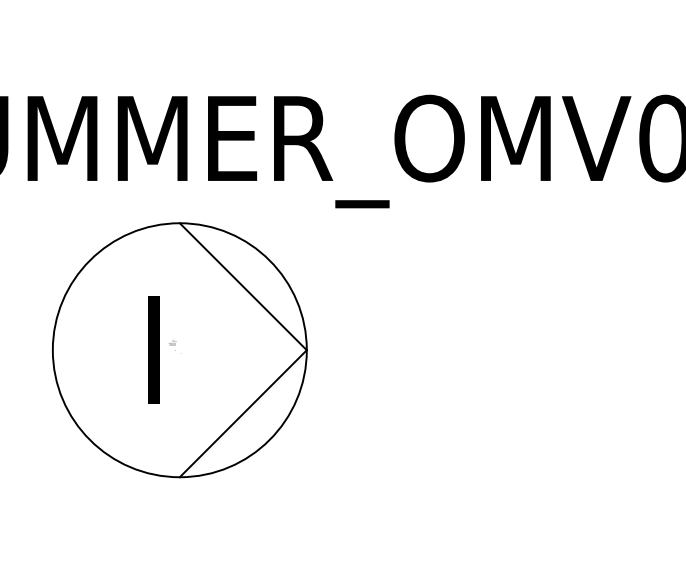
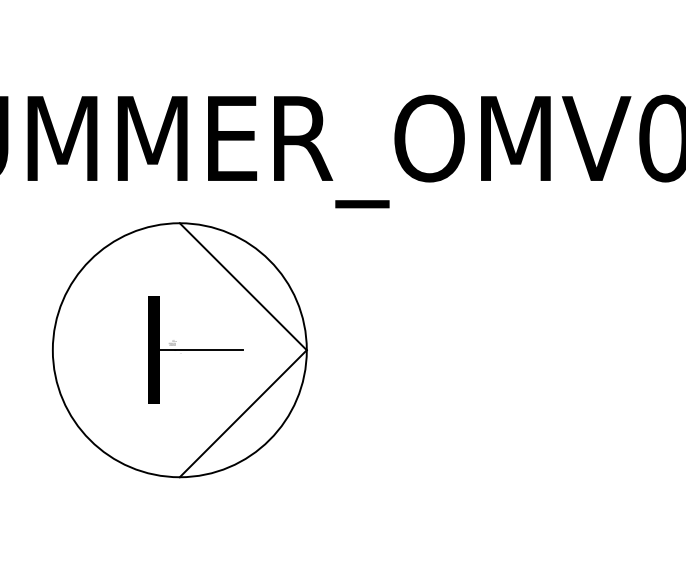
line at (200, 350): none -> present
